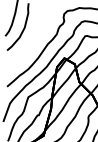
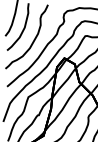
curve at (33, 39): none -> present
